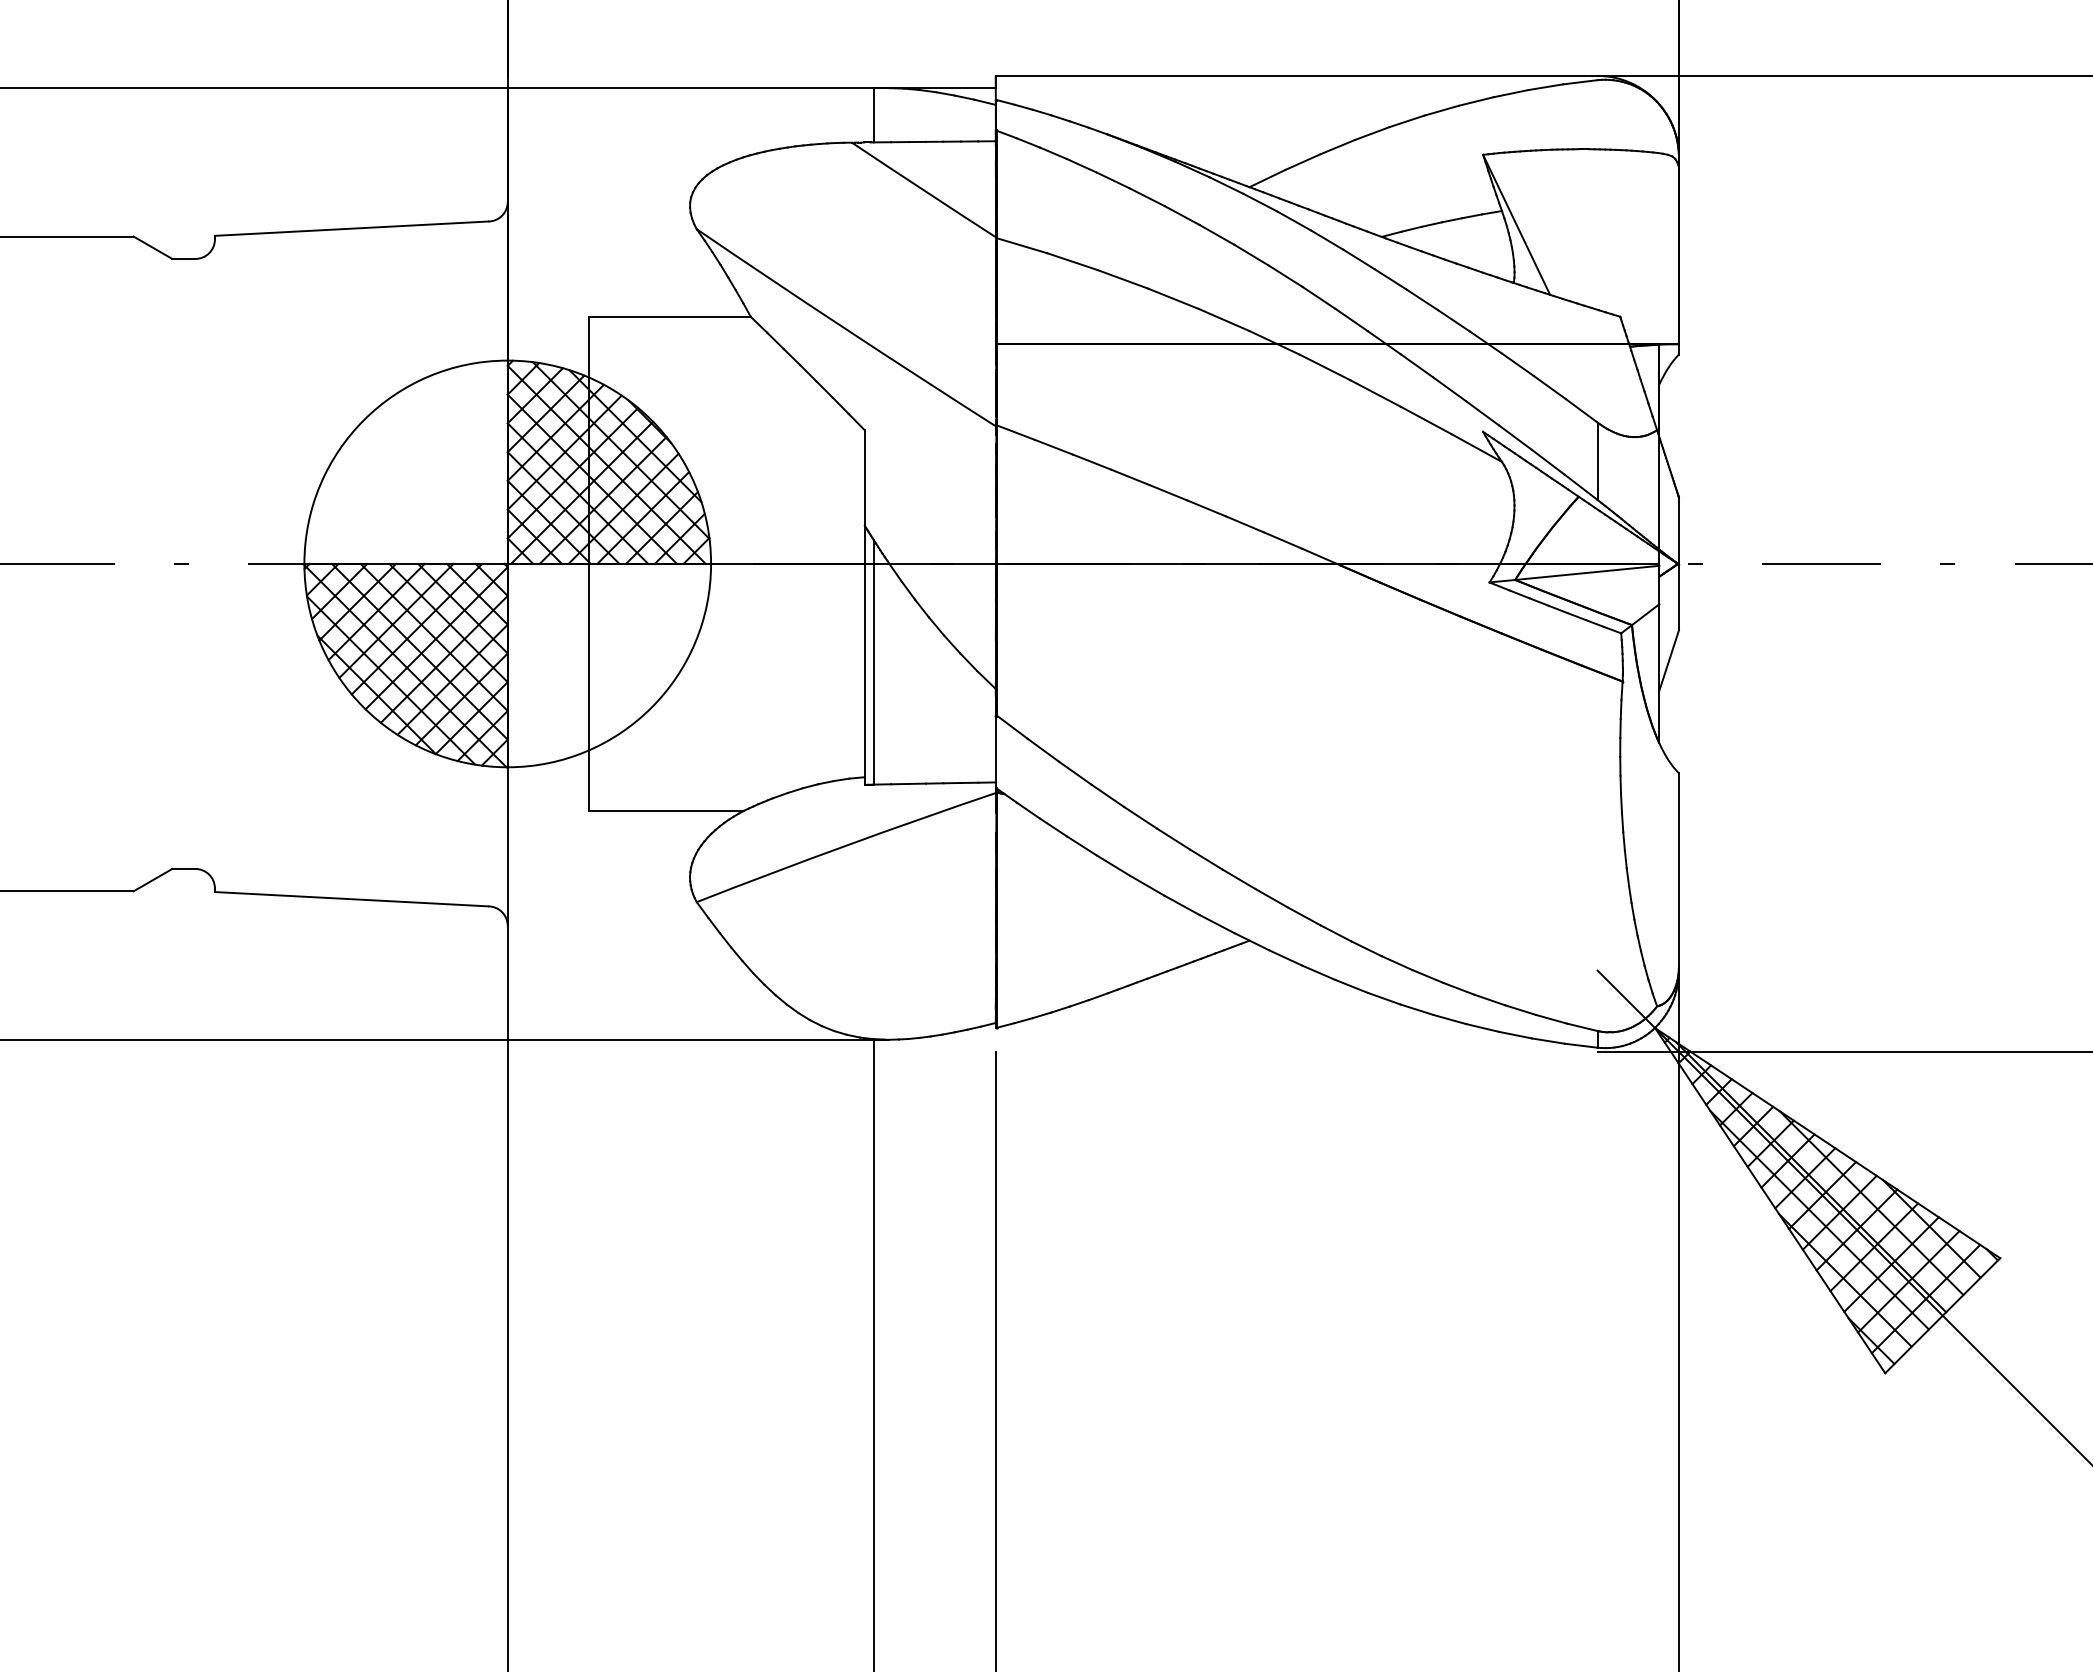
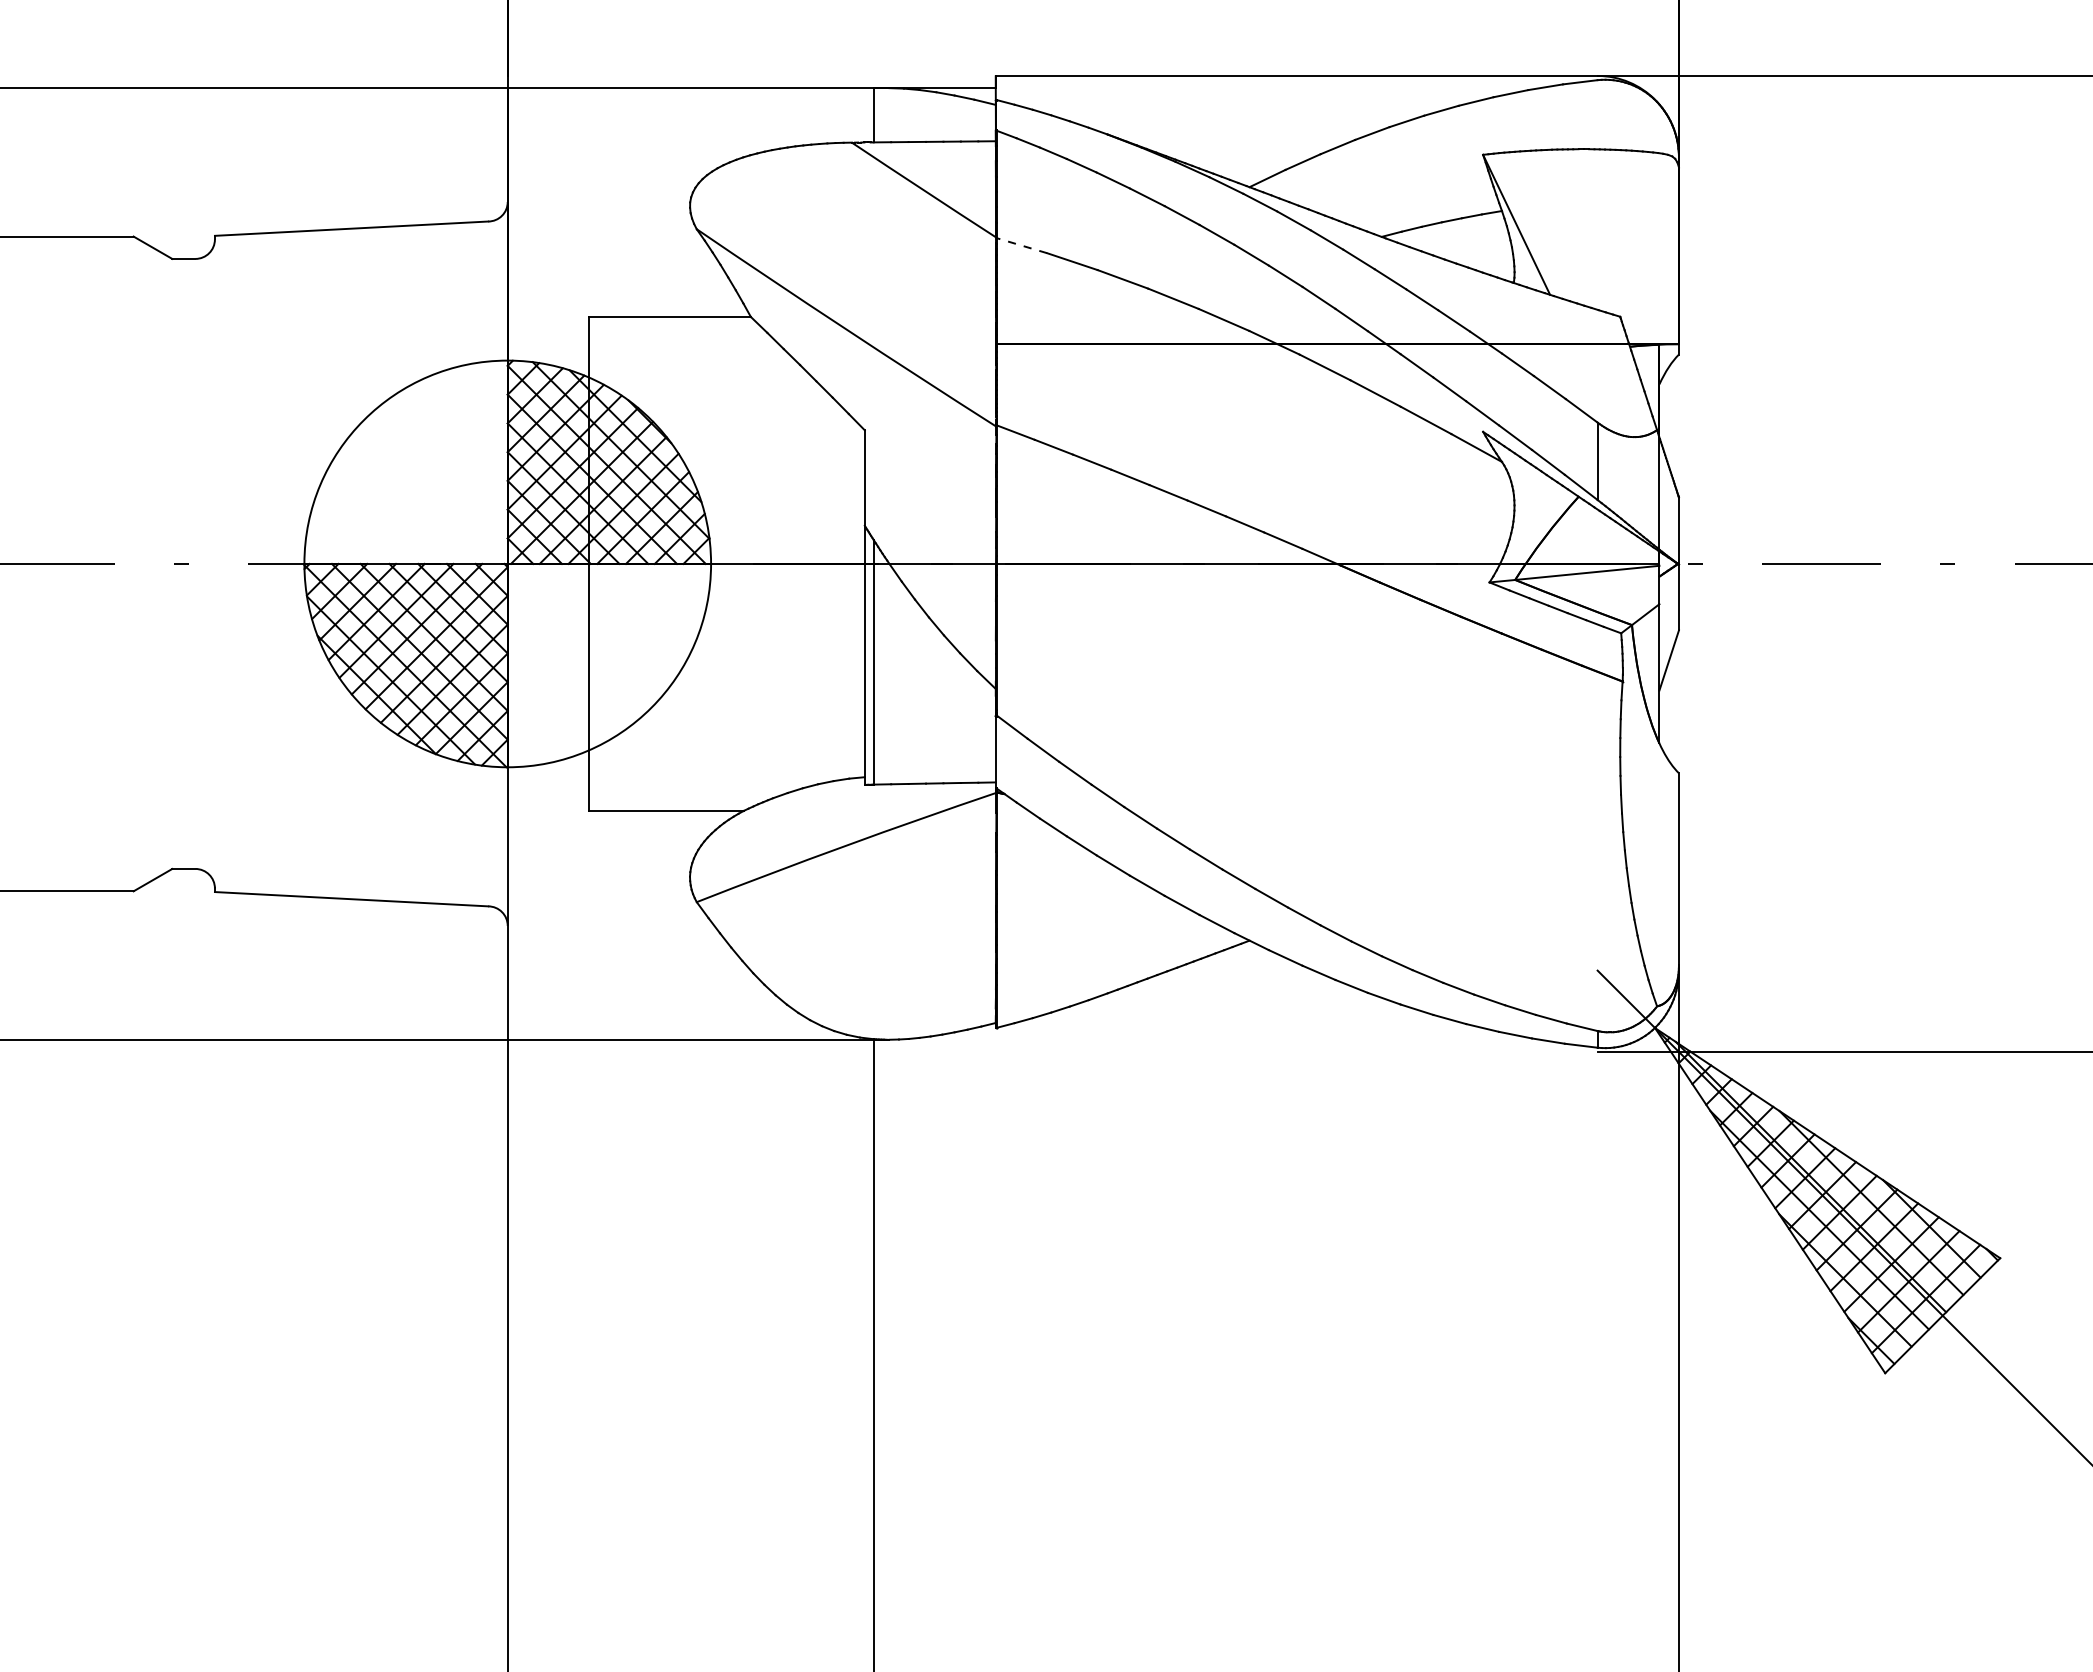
line at (1021, 245): solid -> dashed
line at (995, 1359): present -> none
